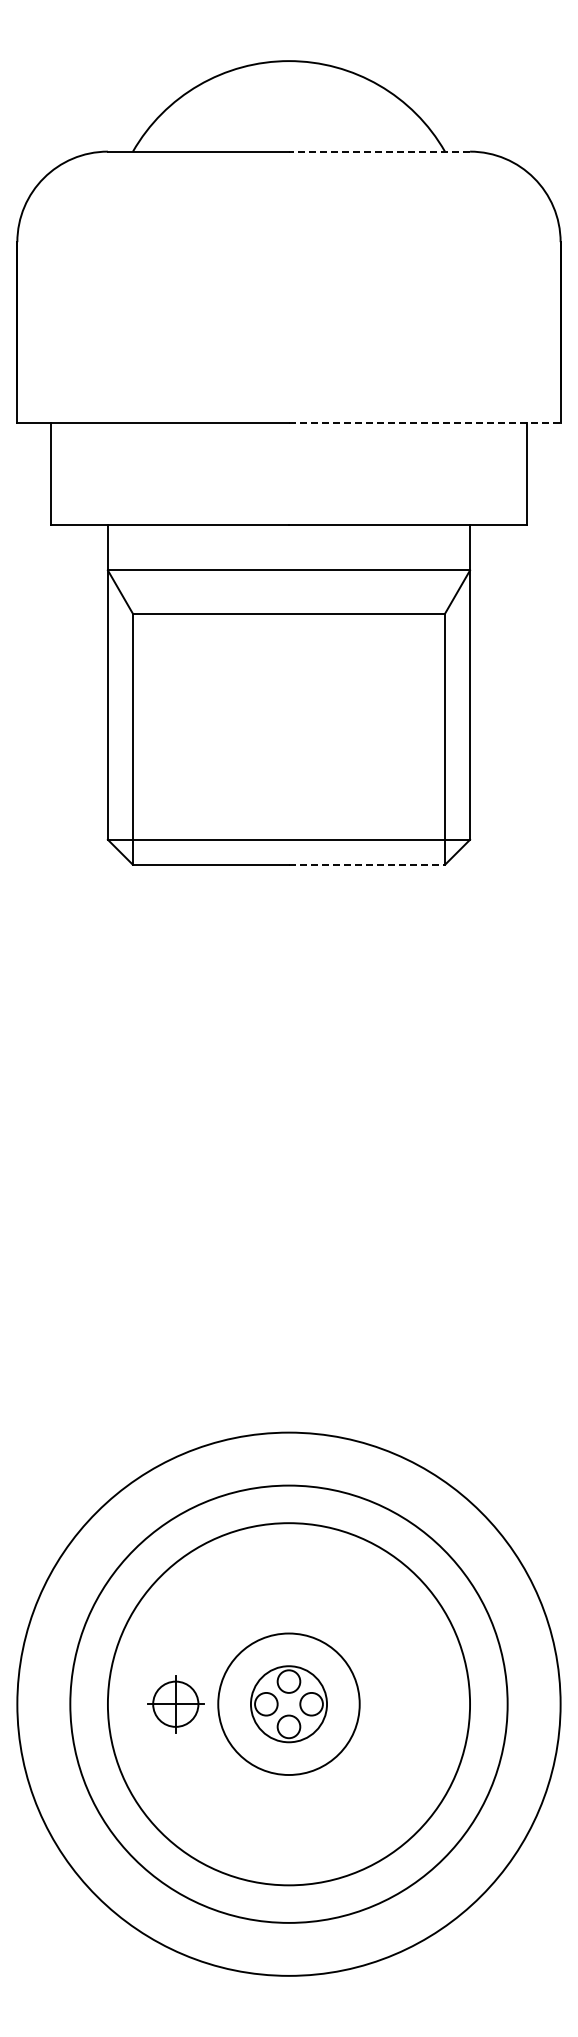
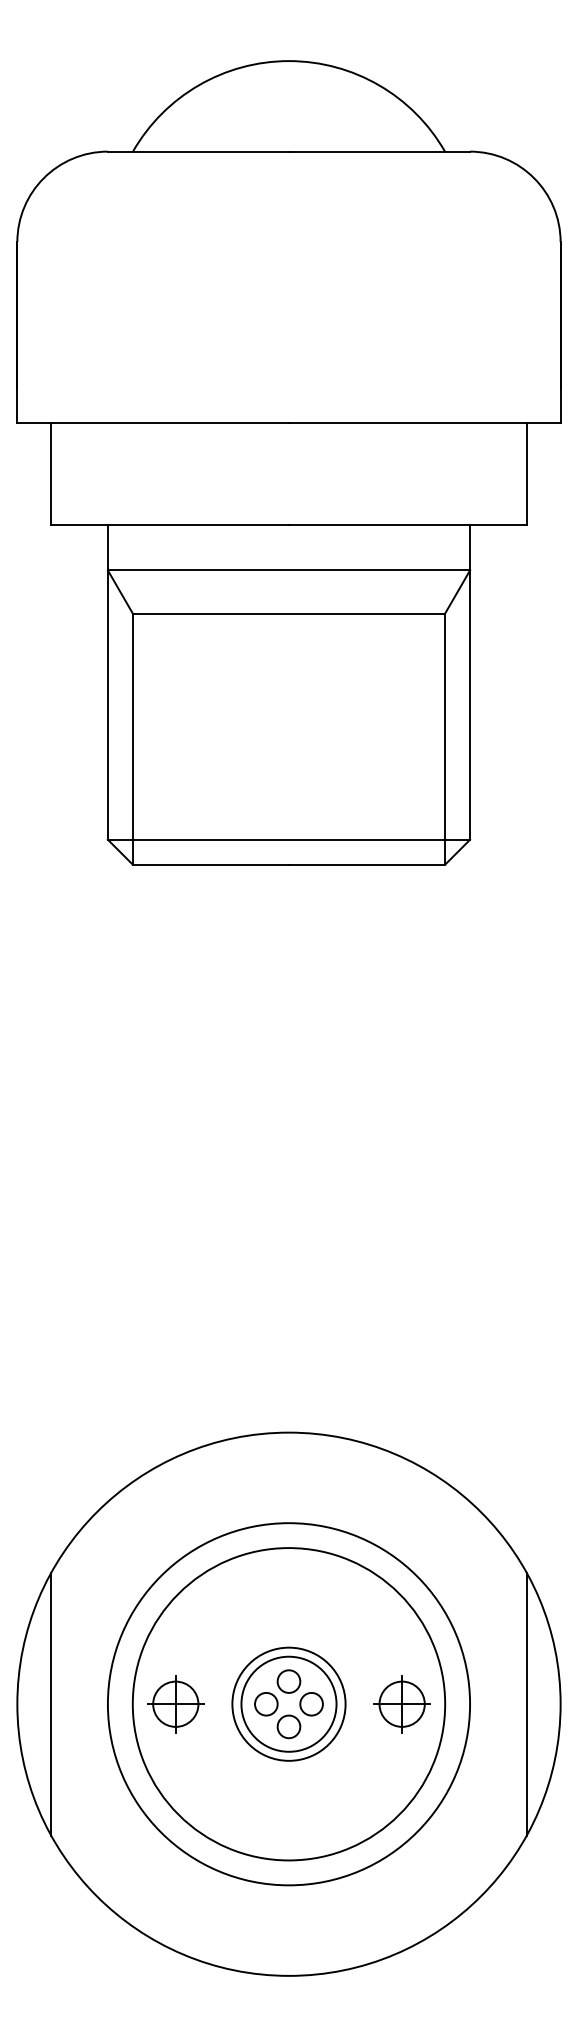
line at (379, 151): dashed -> solid
line at (424, 423): dashed -> solid
line at (367, 864): dashed -> solid
line at (51, 1703): none -> present
circle at (288, 1703) diameter: 437 px -> 312 px
line at (526, 1703): none -> present
circle at (288, 1704) diameter: 141 px -> 113 px
circle at (288, 1704) diameter: 76 px -> 95 px
part at (401, 1704): none -> present
